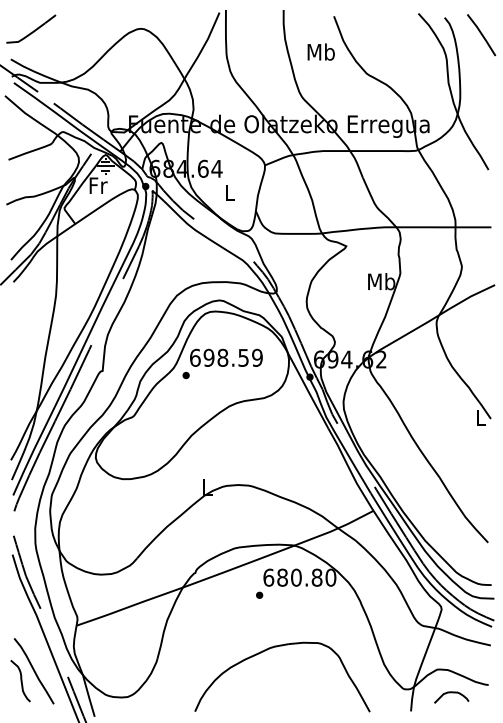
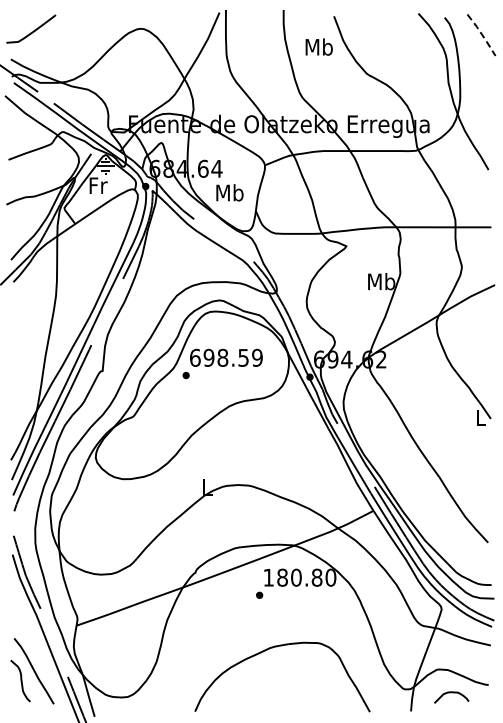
line at (482, 35): solid -> dashed
text at (320, 51) position: (320, 51) -> (318, 46)
text at (229, 192): L -> Mb
text at (268, 577): 680.80 -> 180.80
